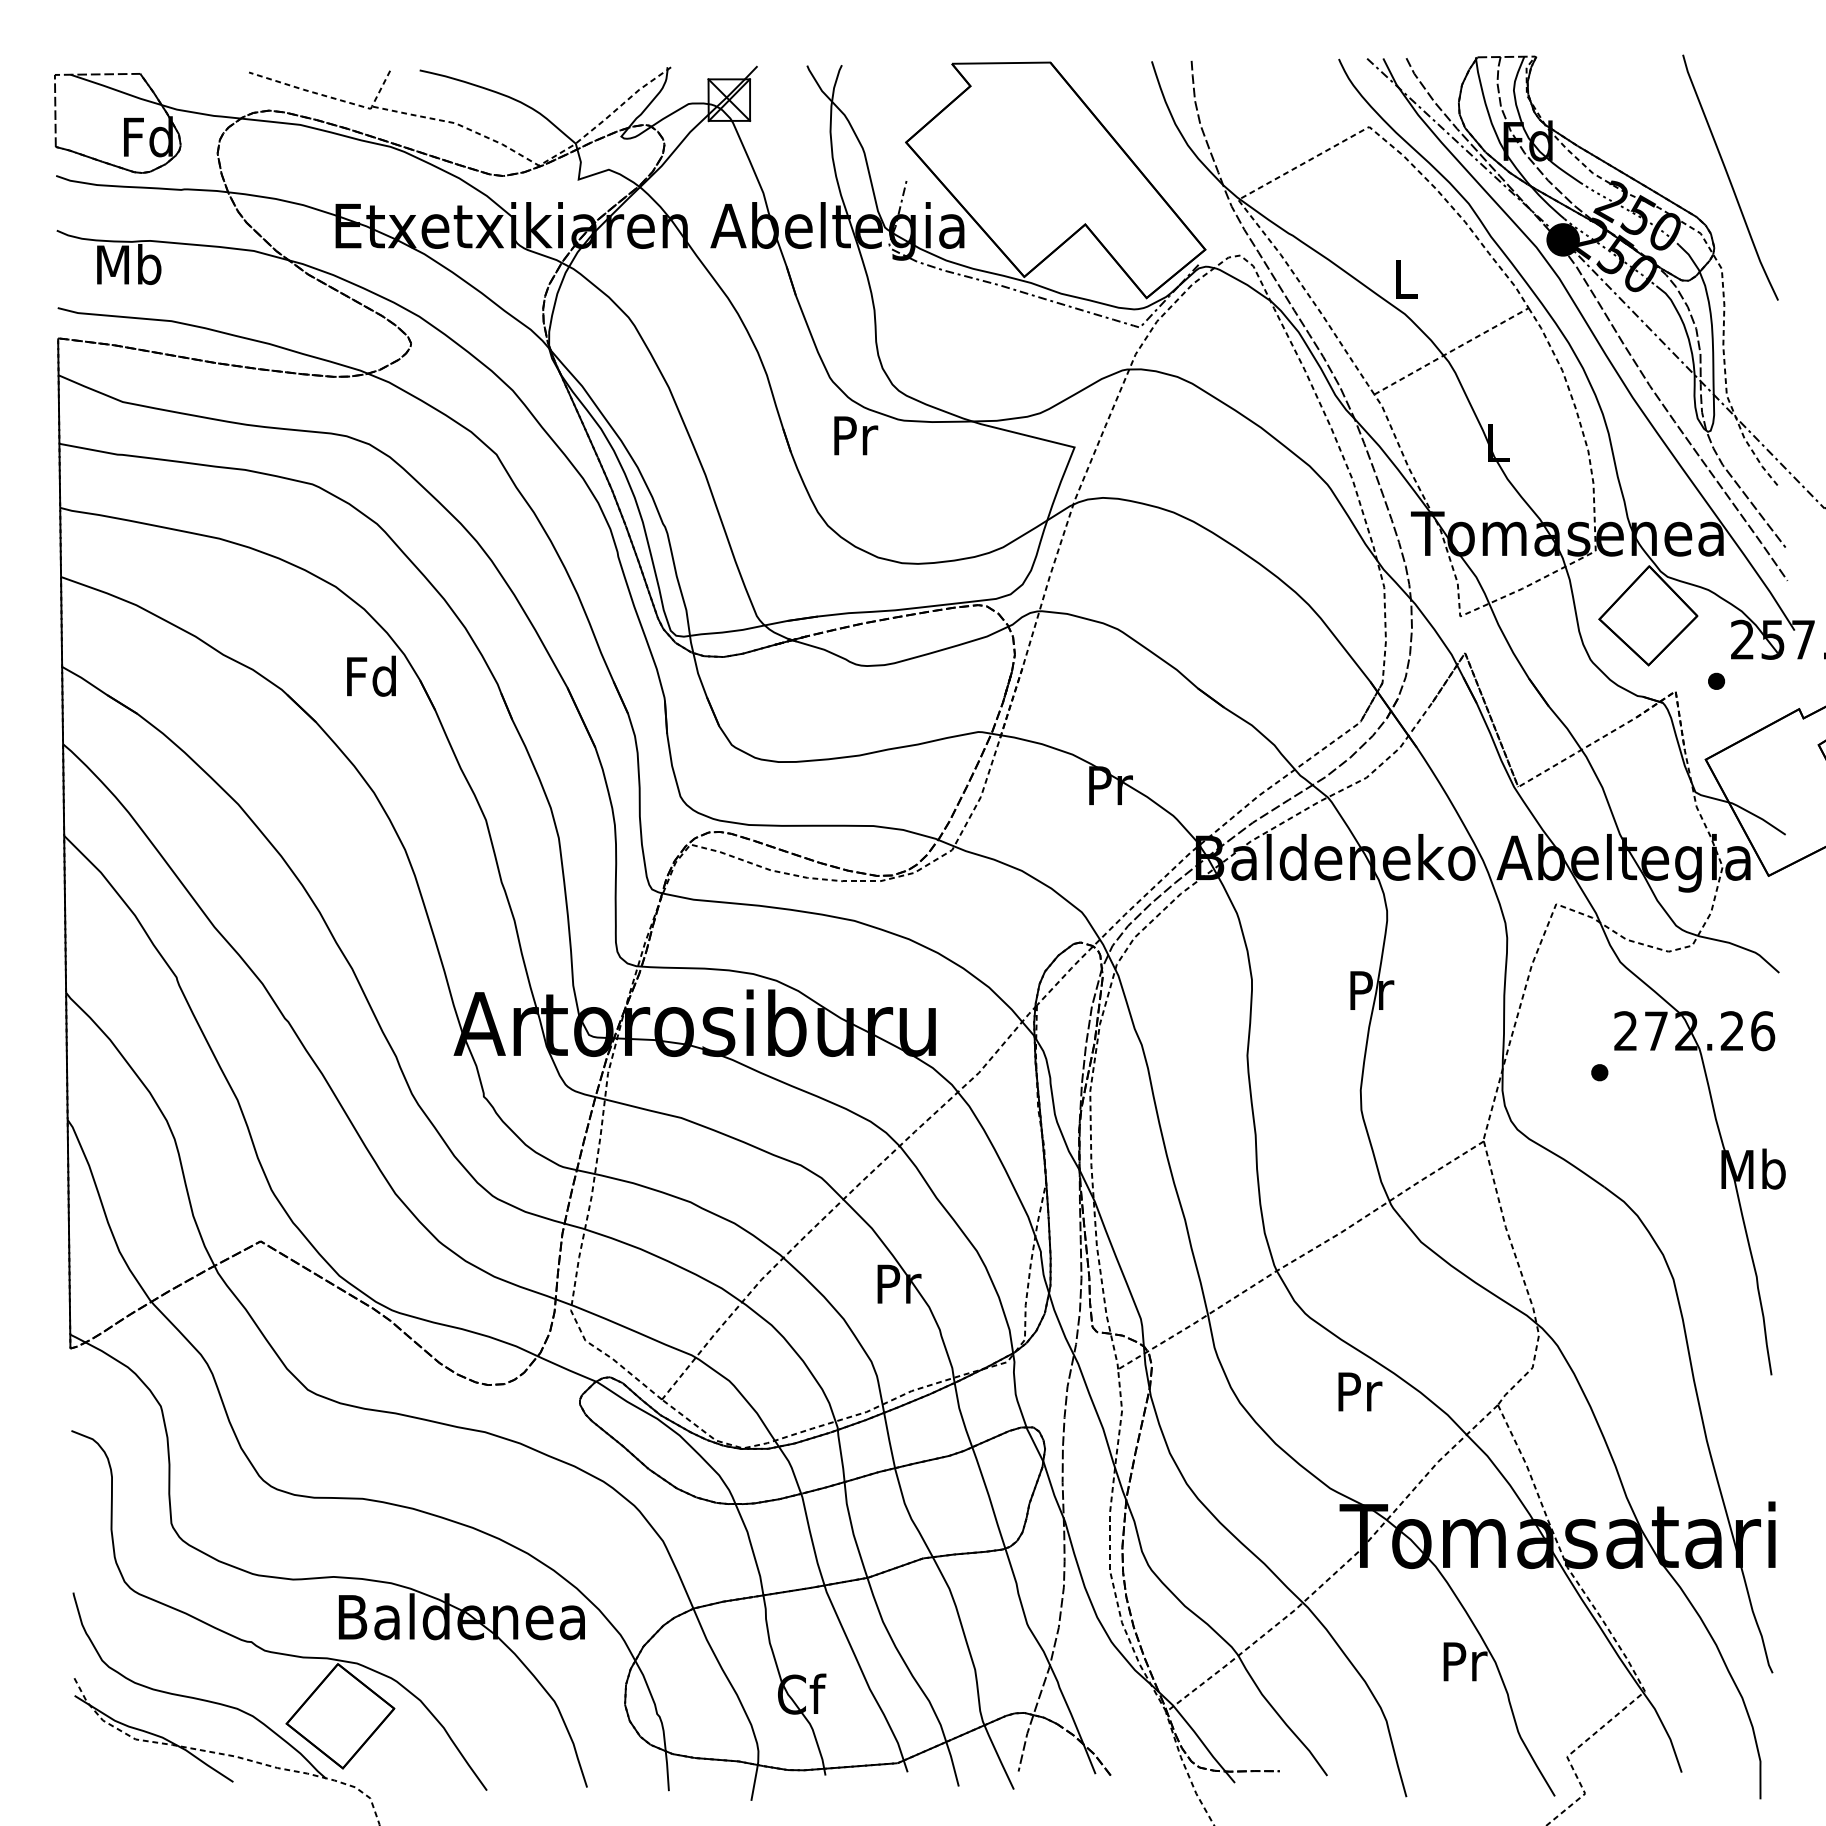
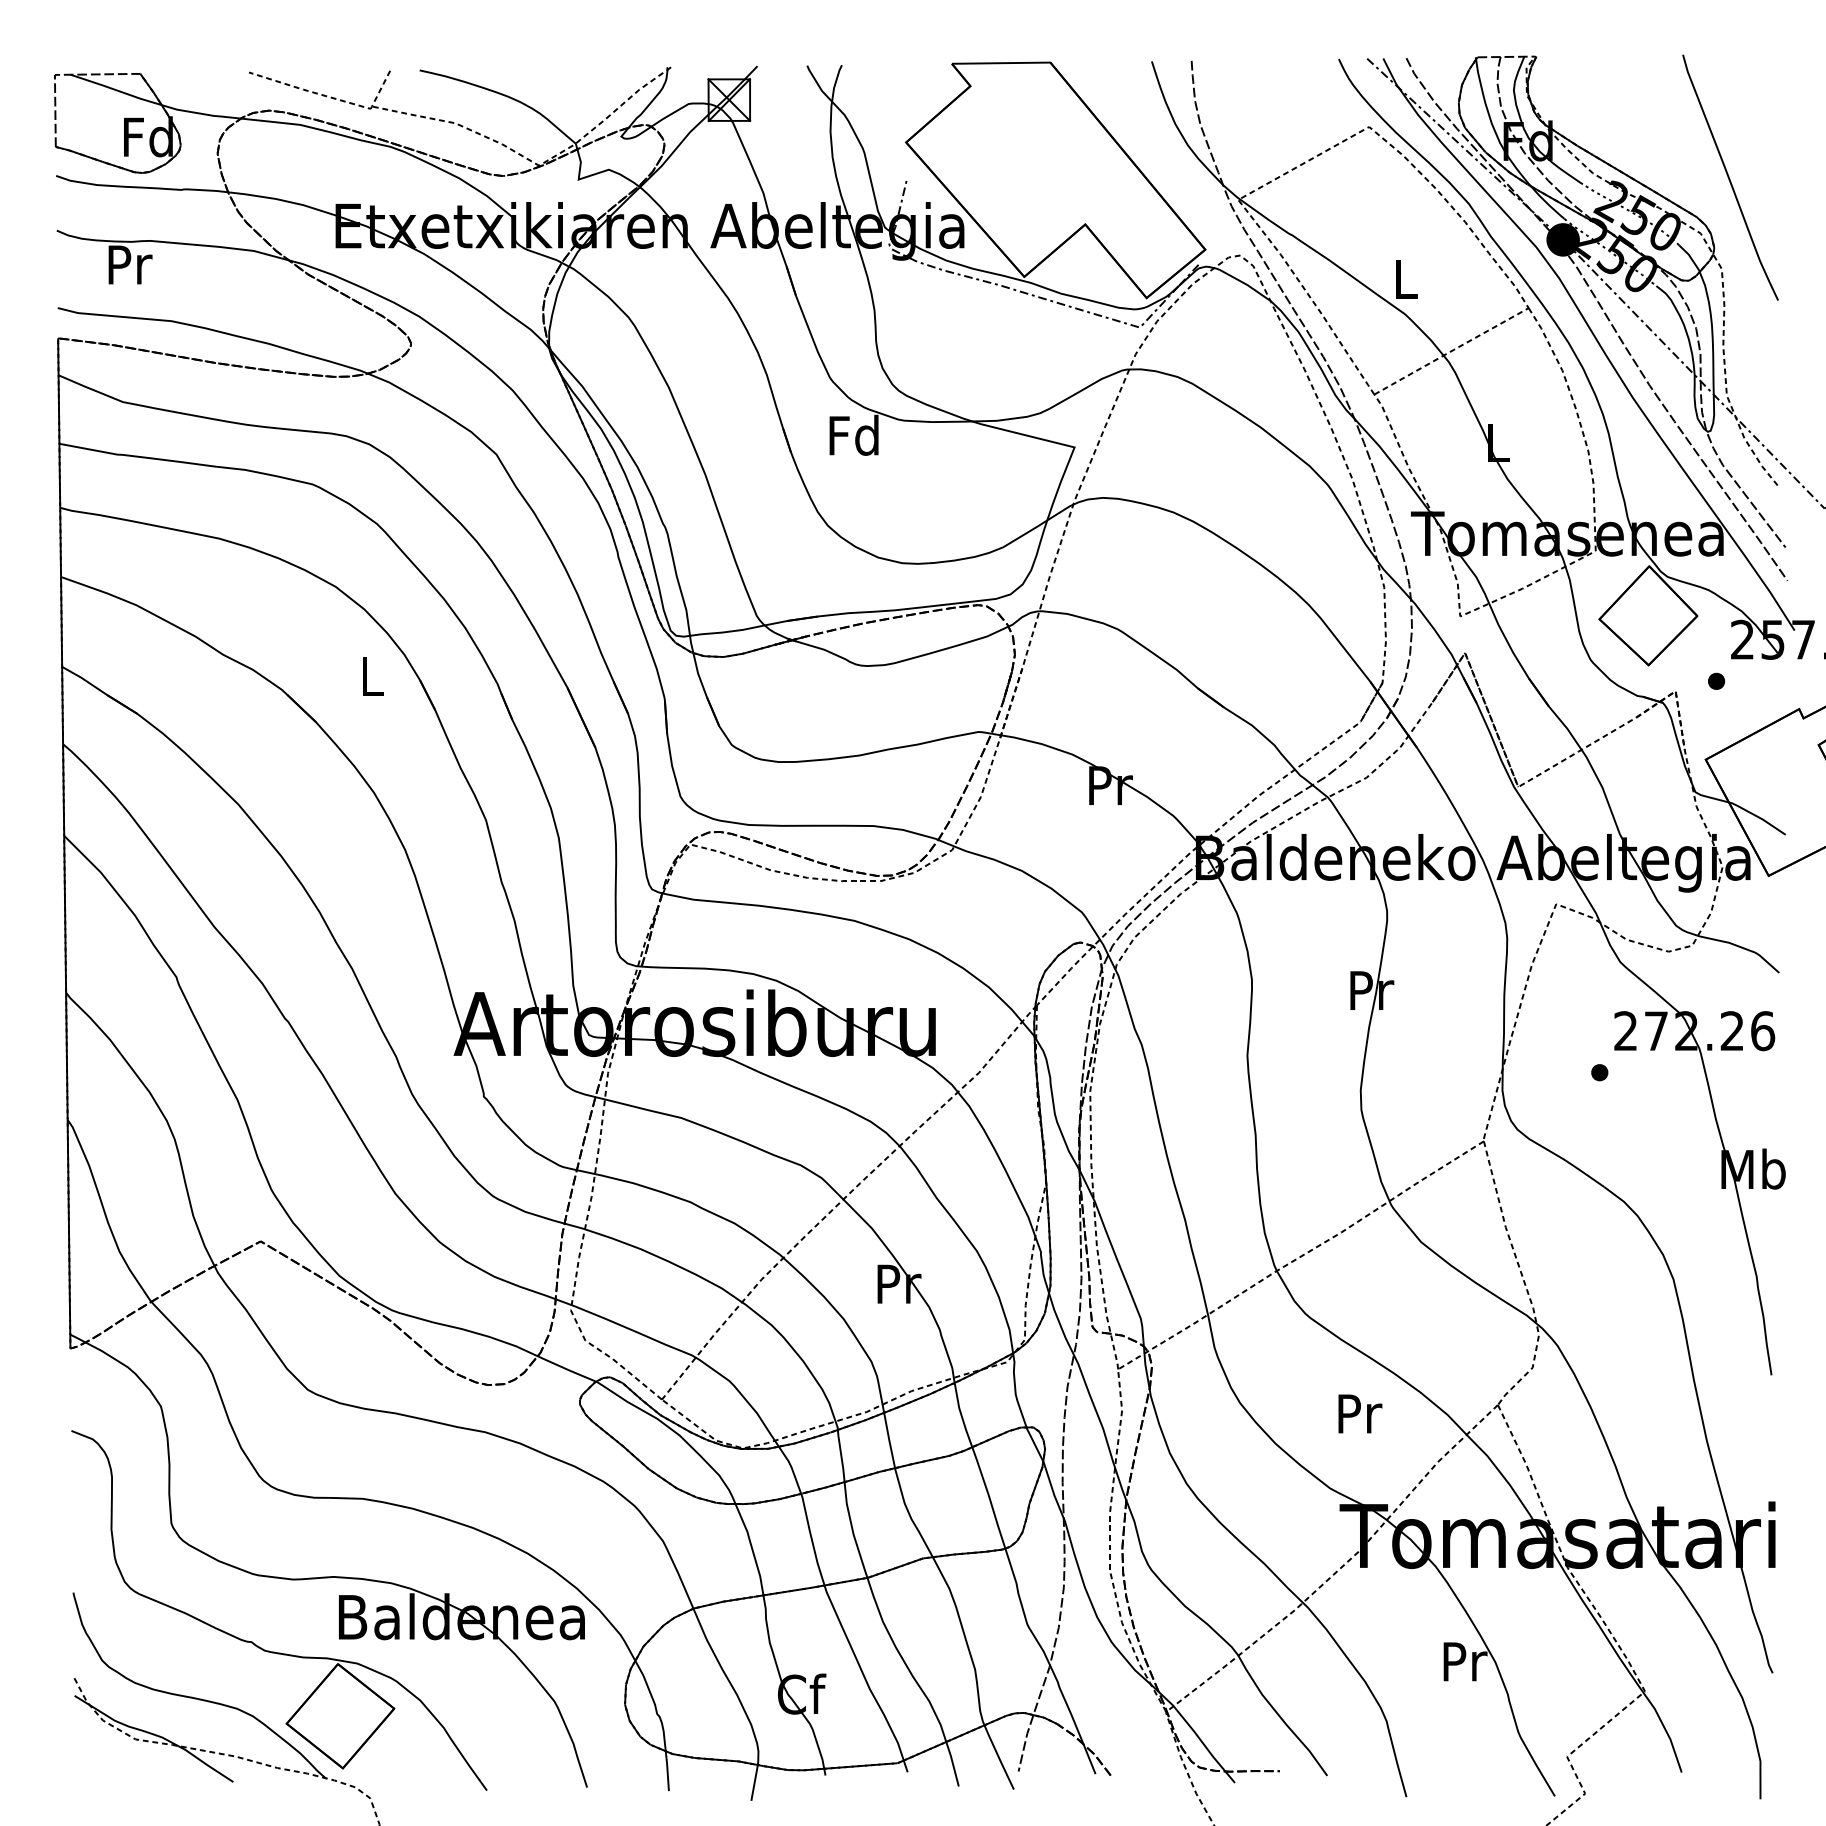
text at (129, 264): Mb -> Pr
text at (853, 434): Pr -> Fd
text at (371, 675): Fd -> L
text at (1360, 1391) position: (1360, 1391) -> (1360, 1413)
